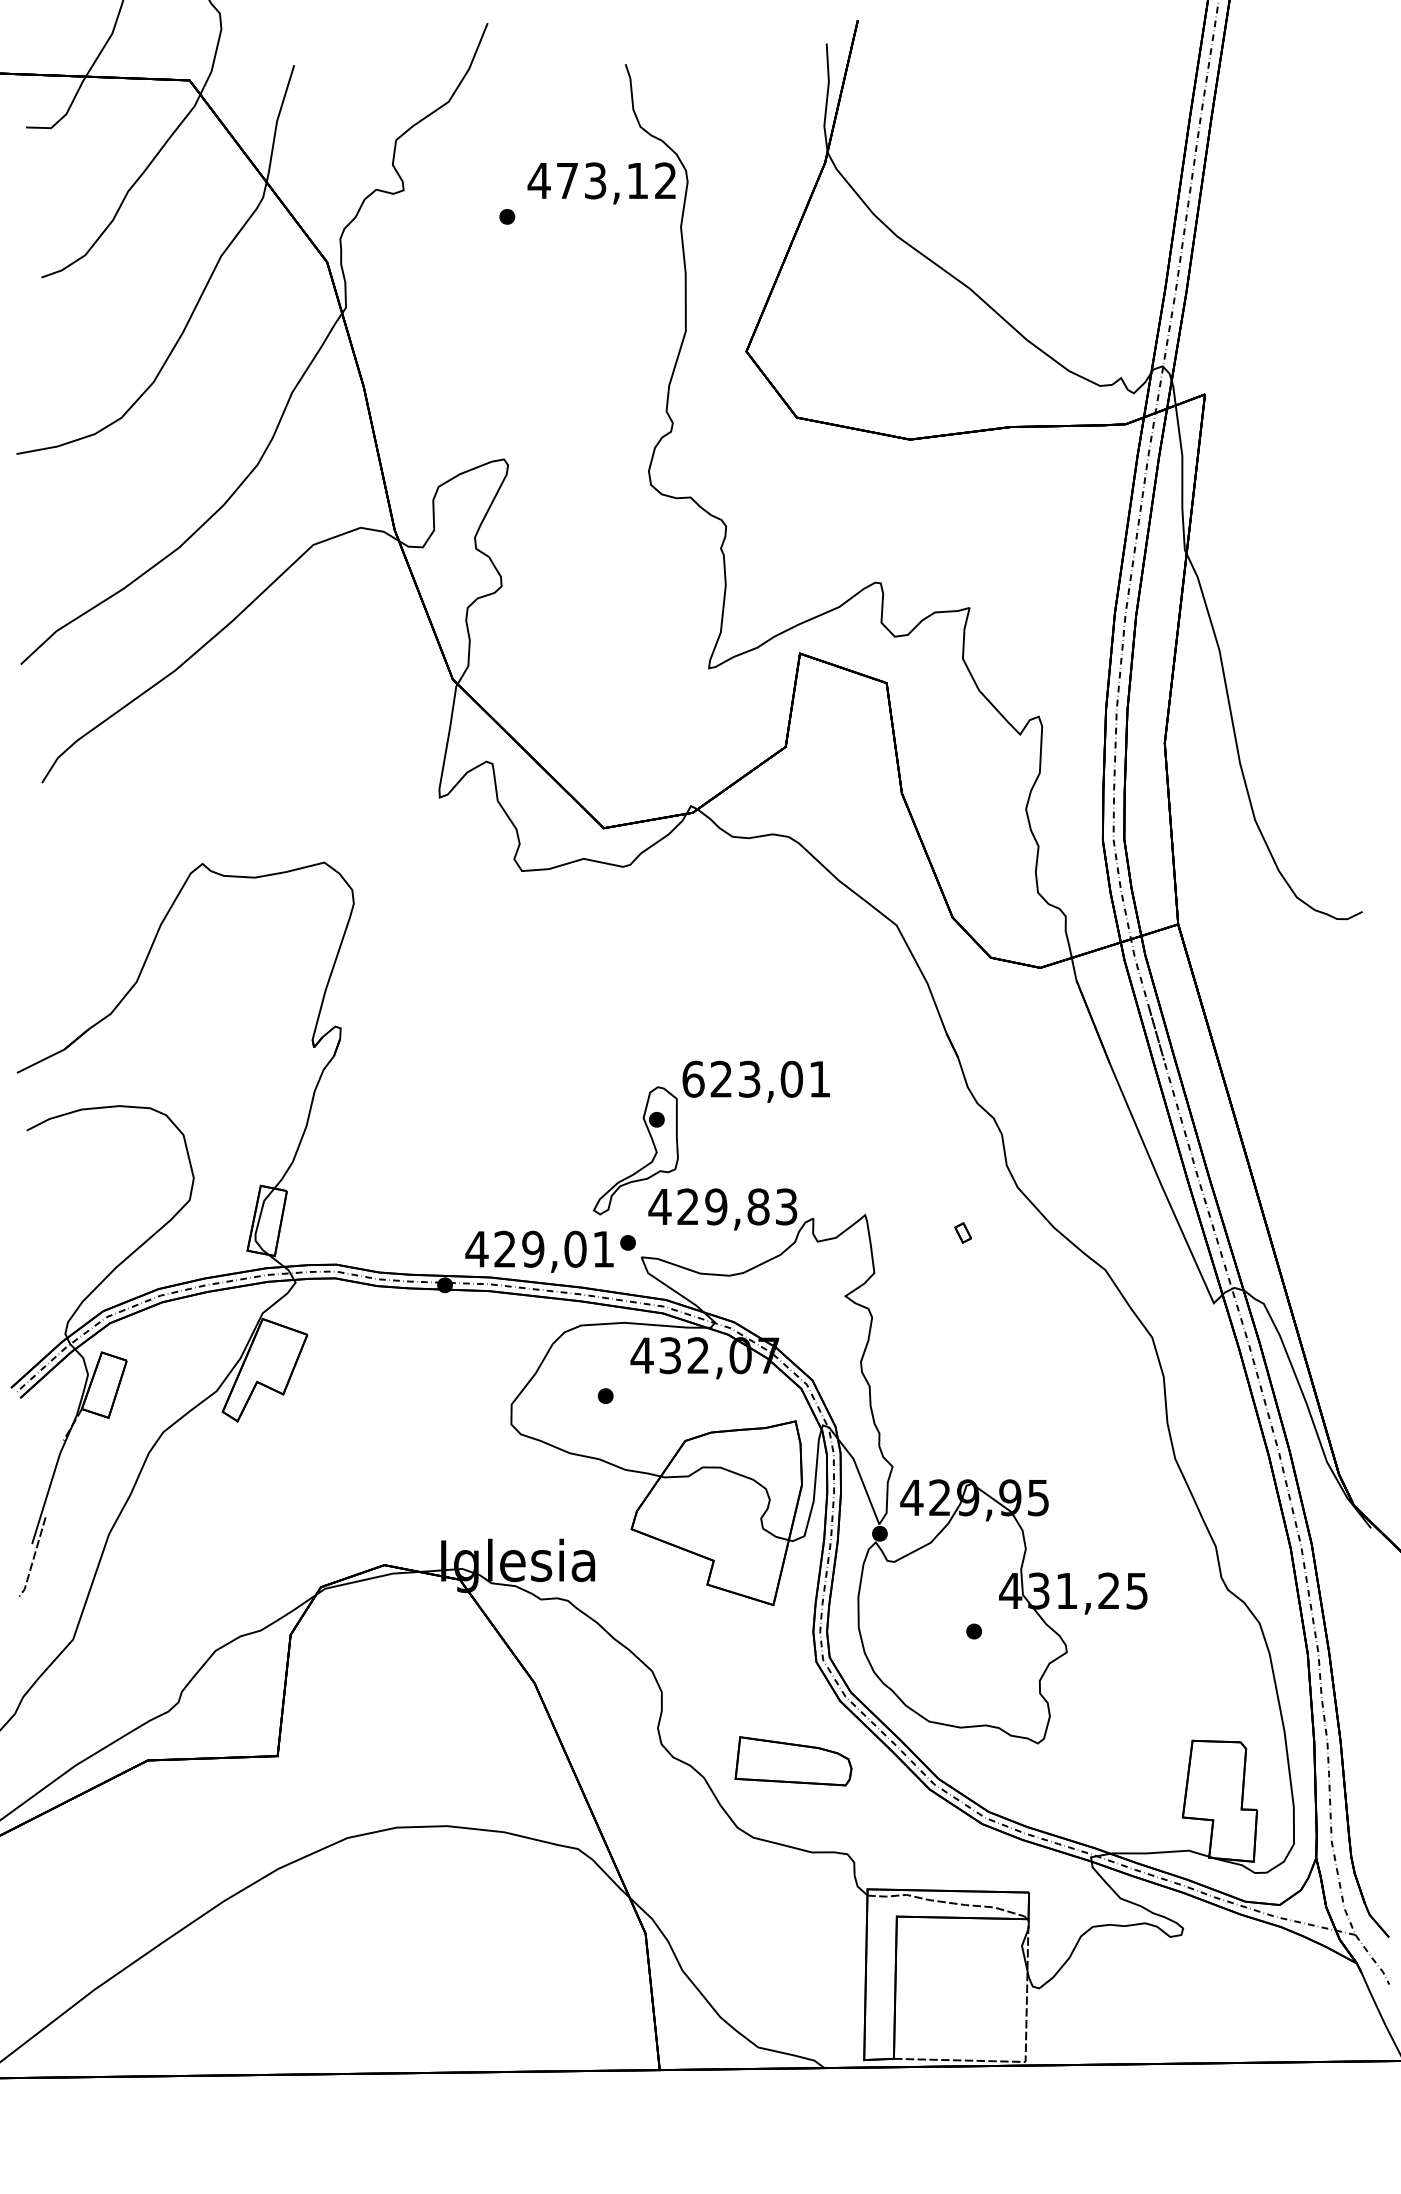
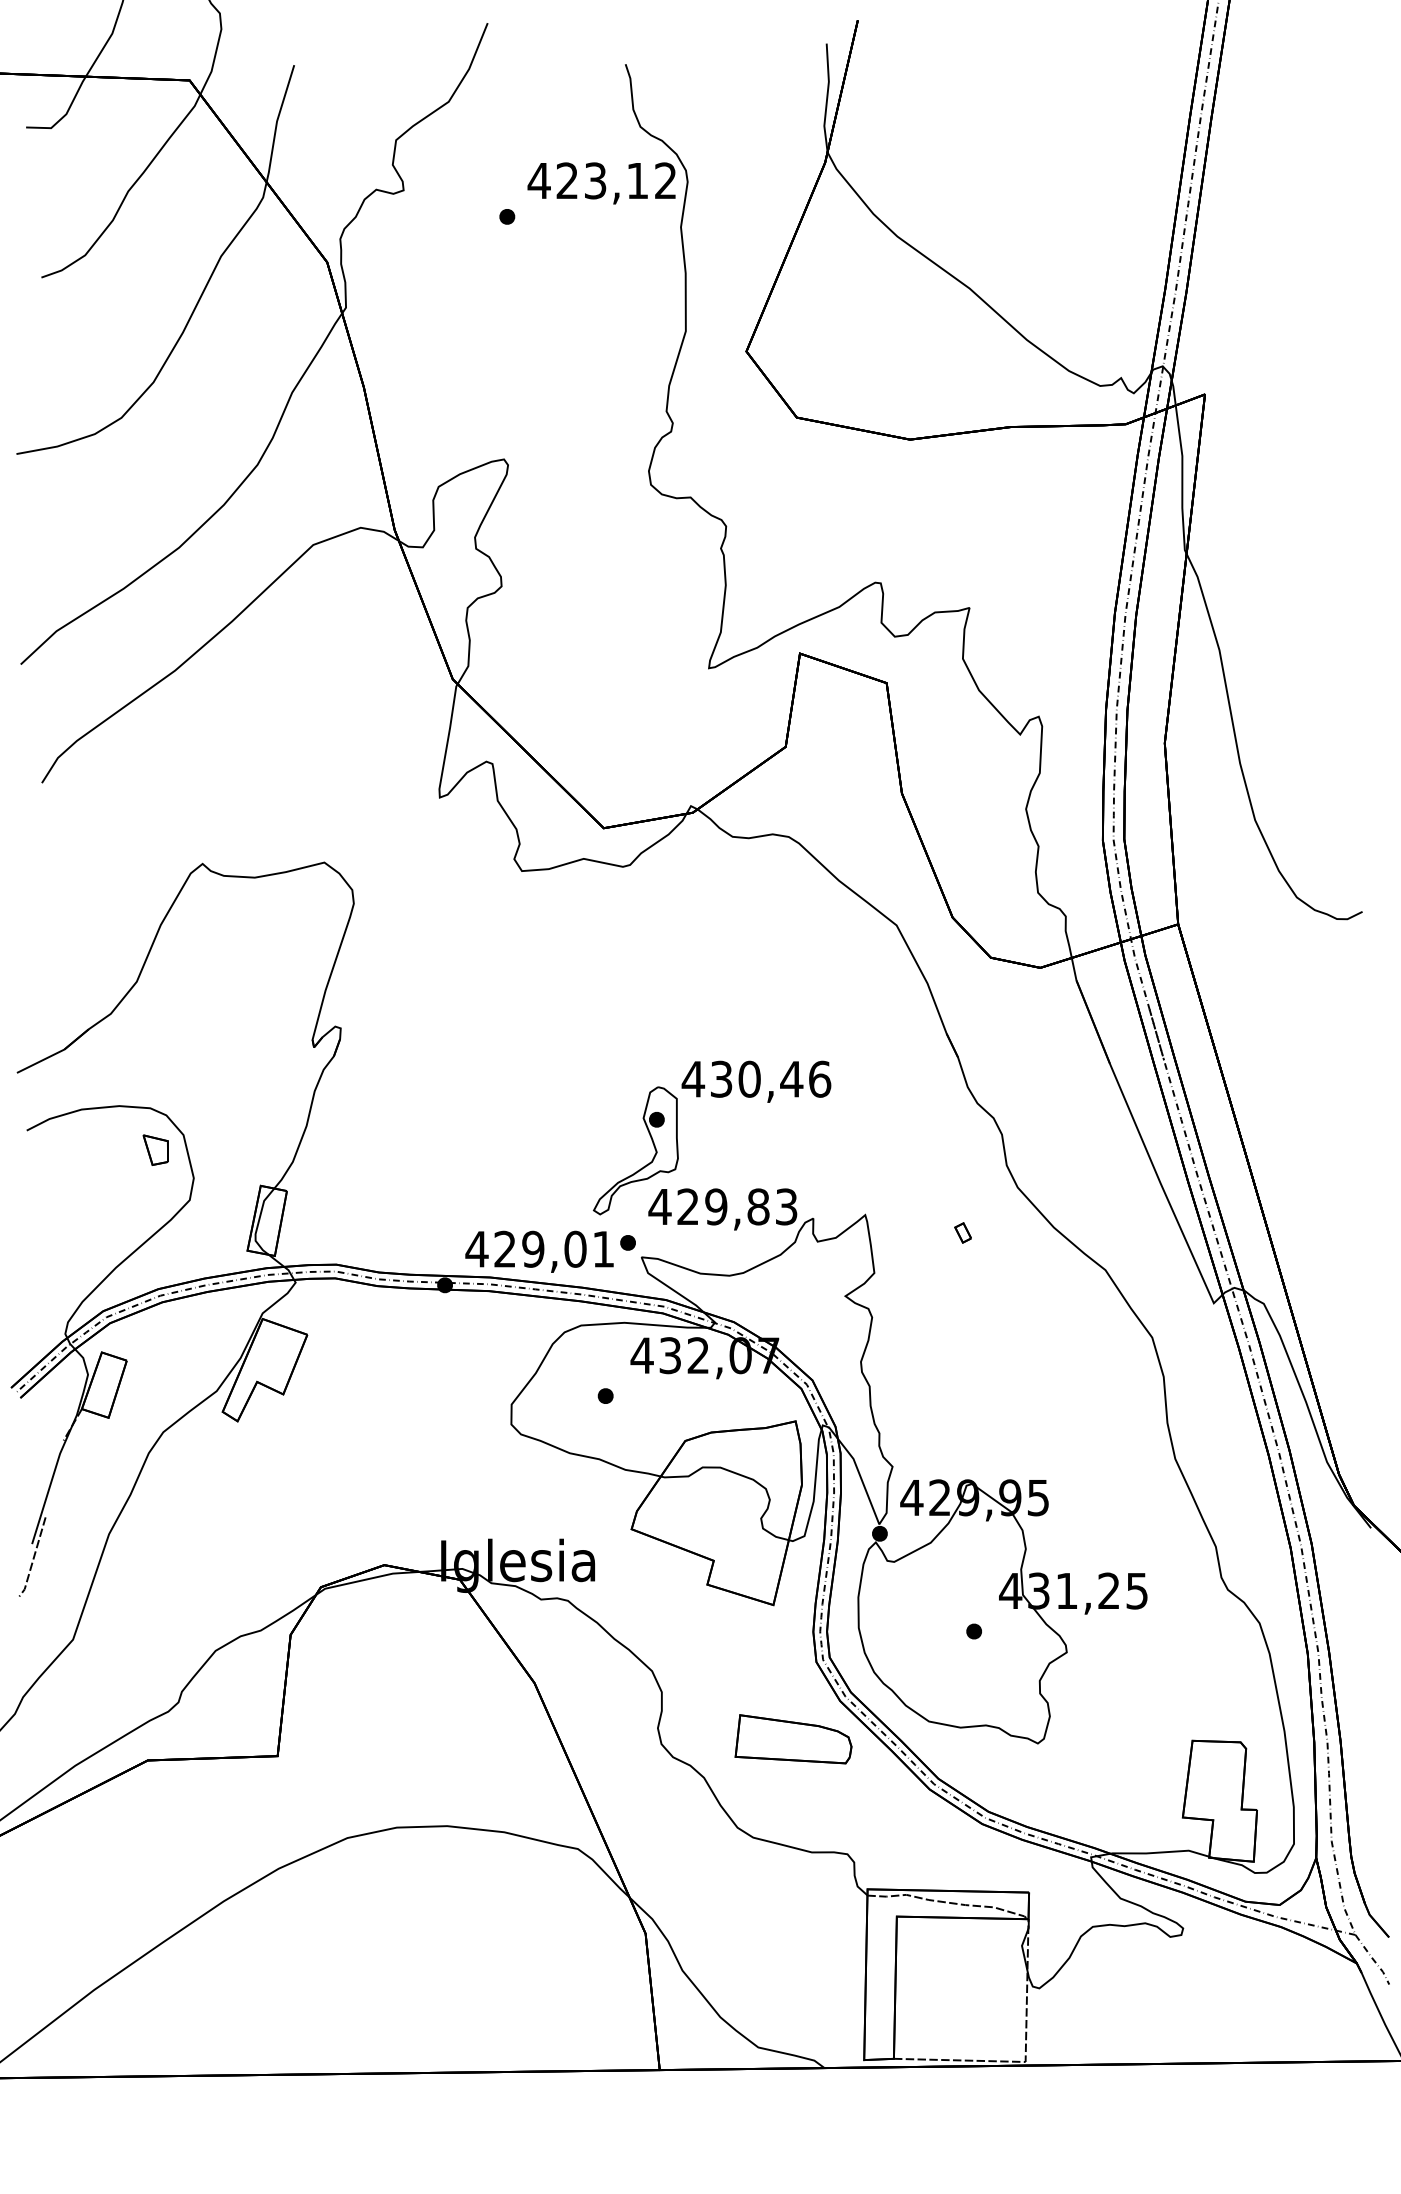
text at (566, 180): 473,12 -> 423,12
text at (756, 1078): 623,01 -> 430,46
part at (155, 1149): none -> present
part at (793, 1761) position: (793, 1761) -> (793, 1739)
